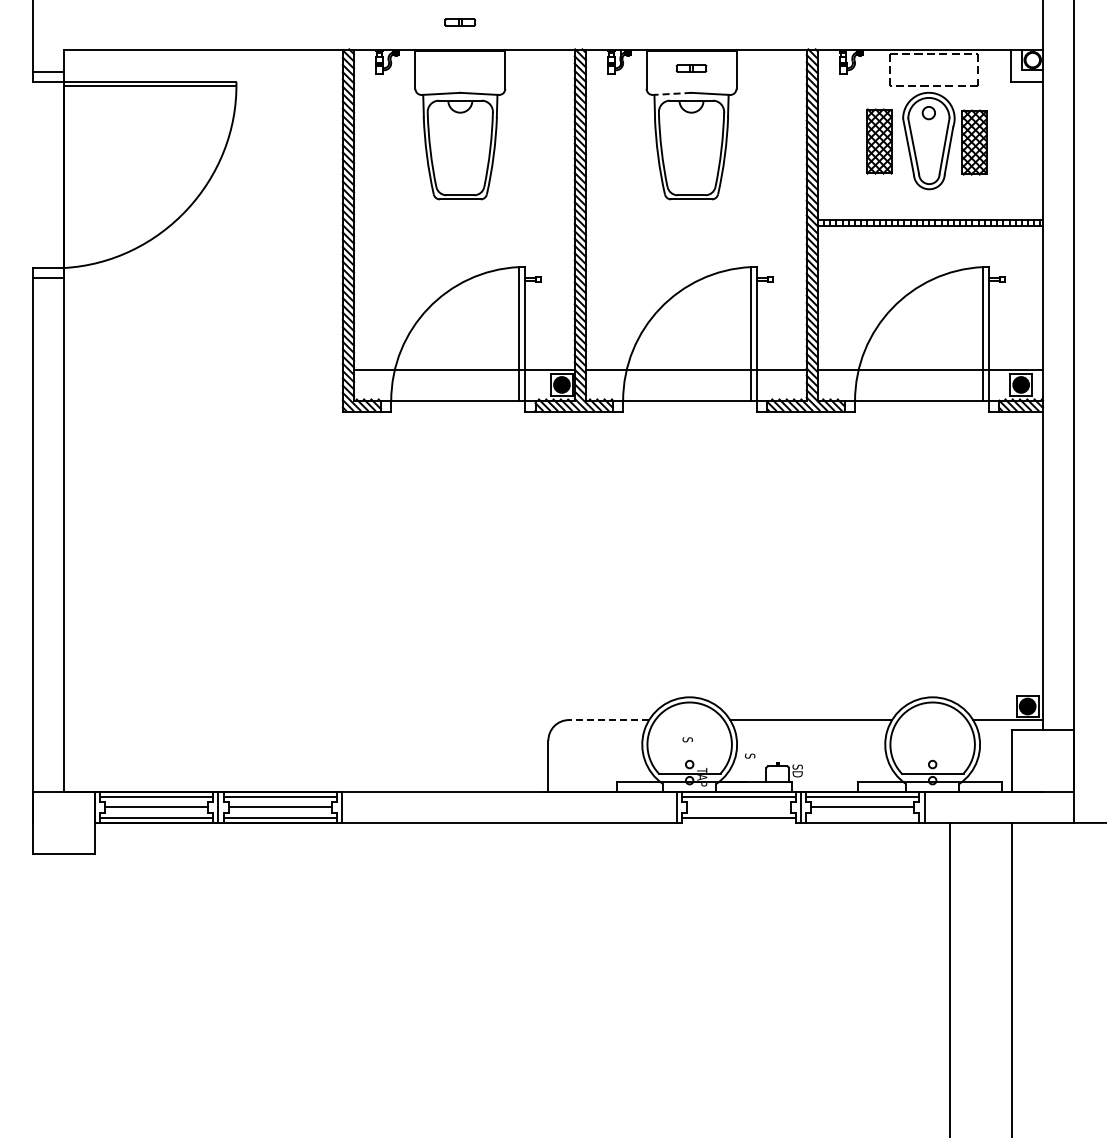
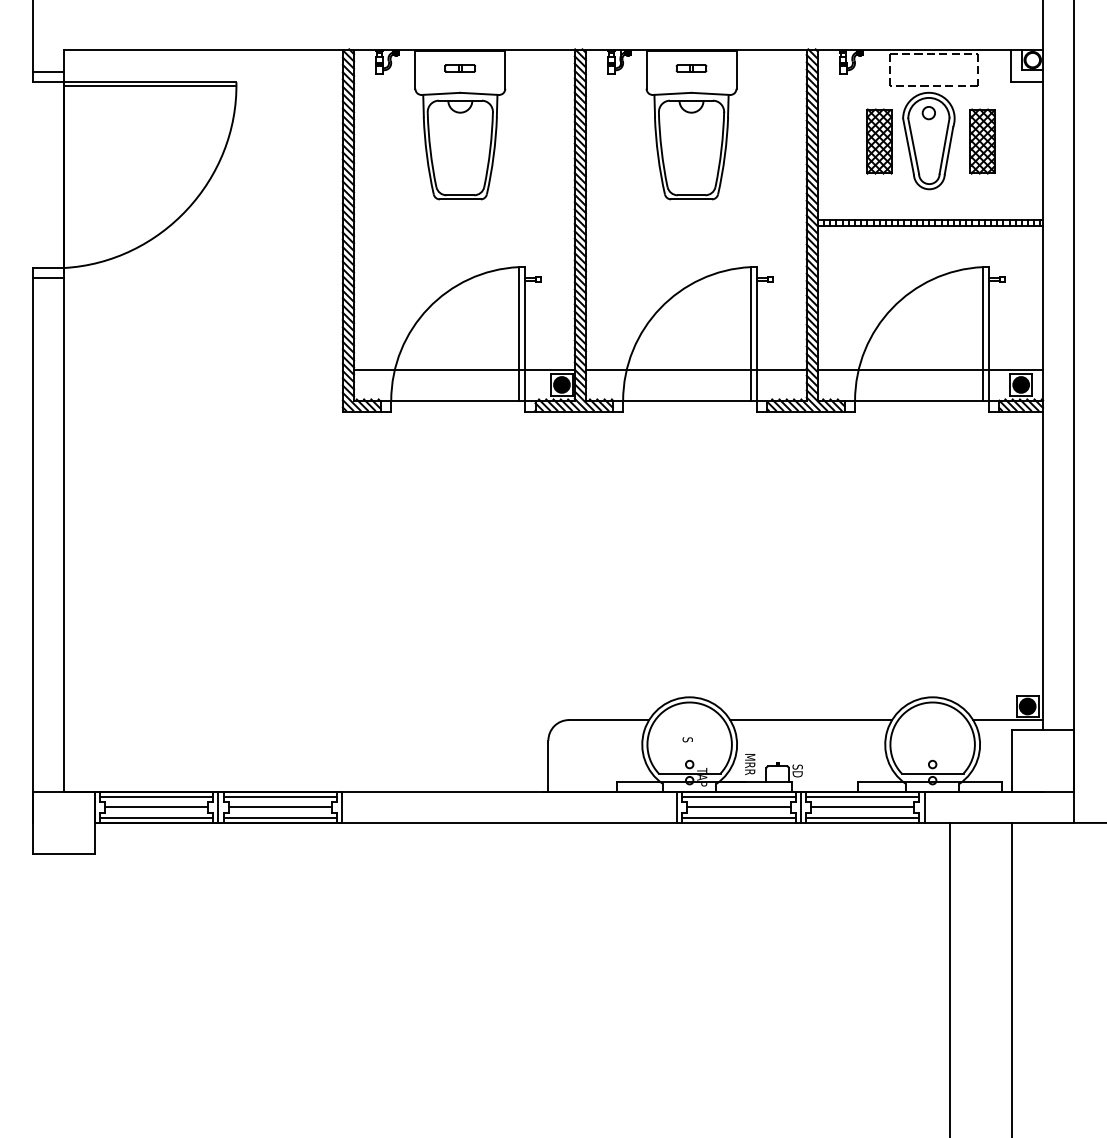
part at (459, 22) position: (459, 22) -> (459, 68)
line at (671, 93): dashed -> solid
part at (974, 142) position: (974, 142) -> (982, 141)
line at (608, 720): dashed -> solid
text at (750, 764): S -> MRR
line at (738, 807): none -> present
line at (862, 817): none -> present
line at (738, 822): none -> present
